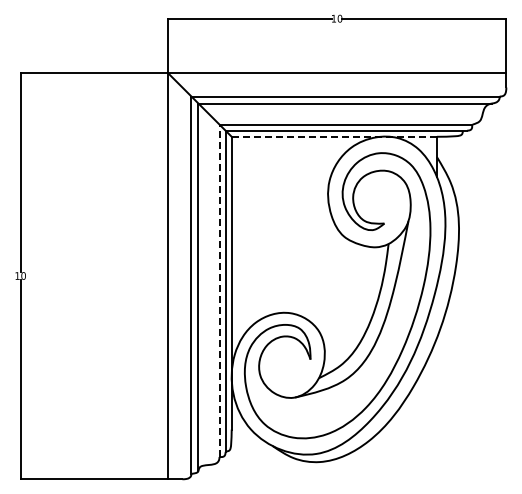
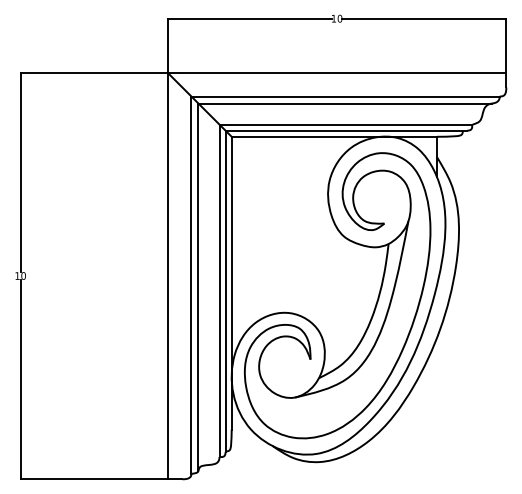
line at (334, 136): dashed -> solid
line at (219, 290): dashed -> solid
